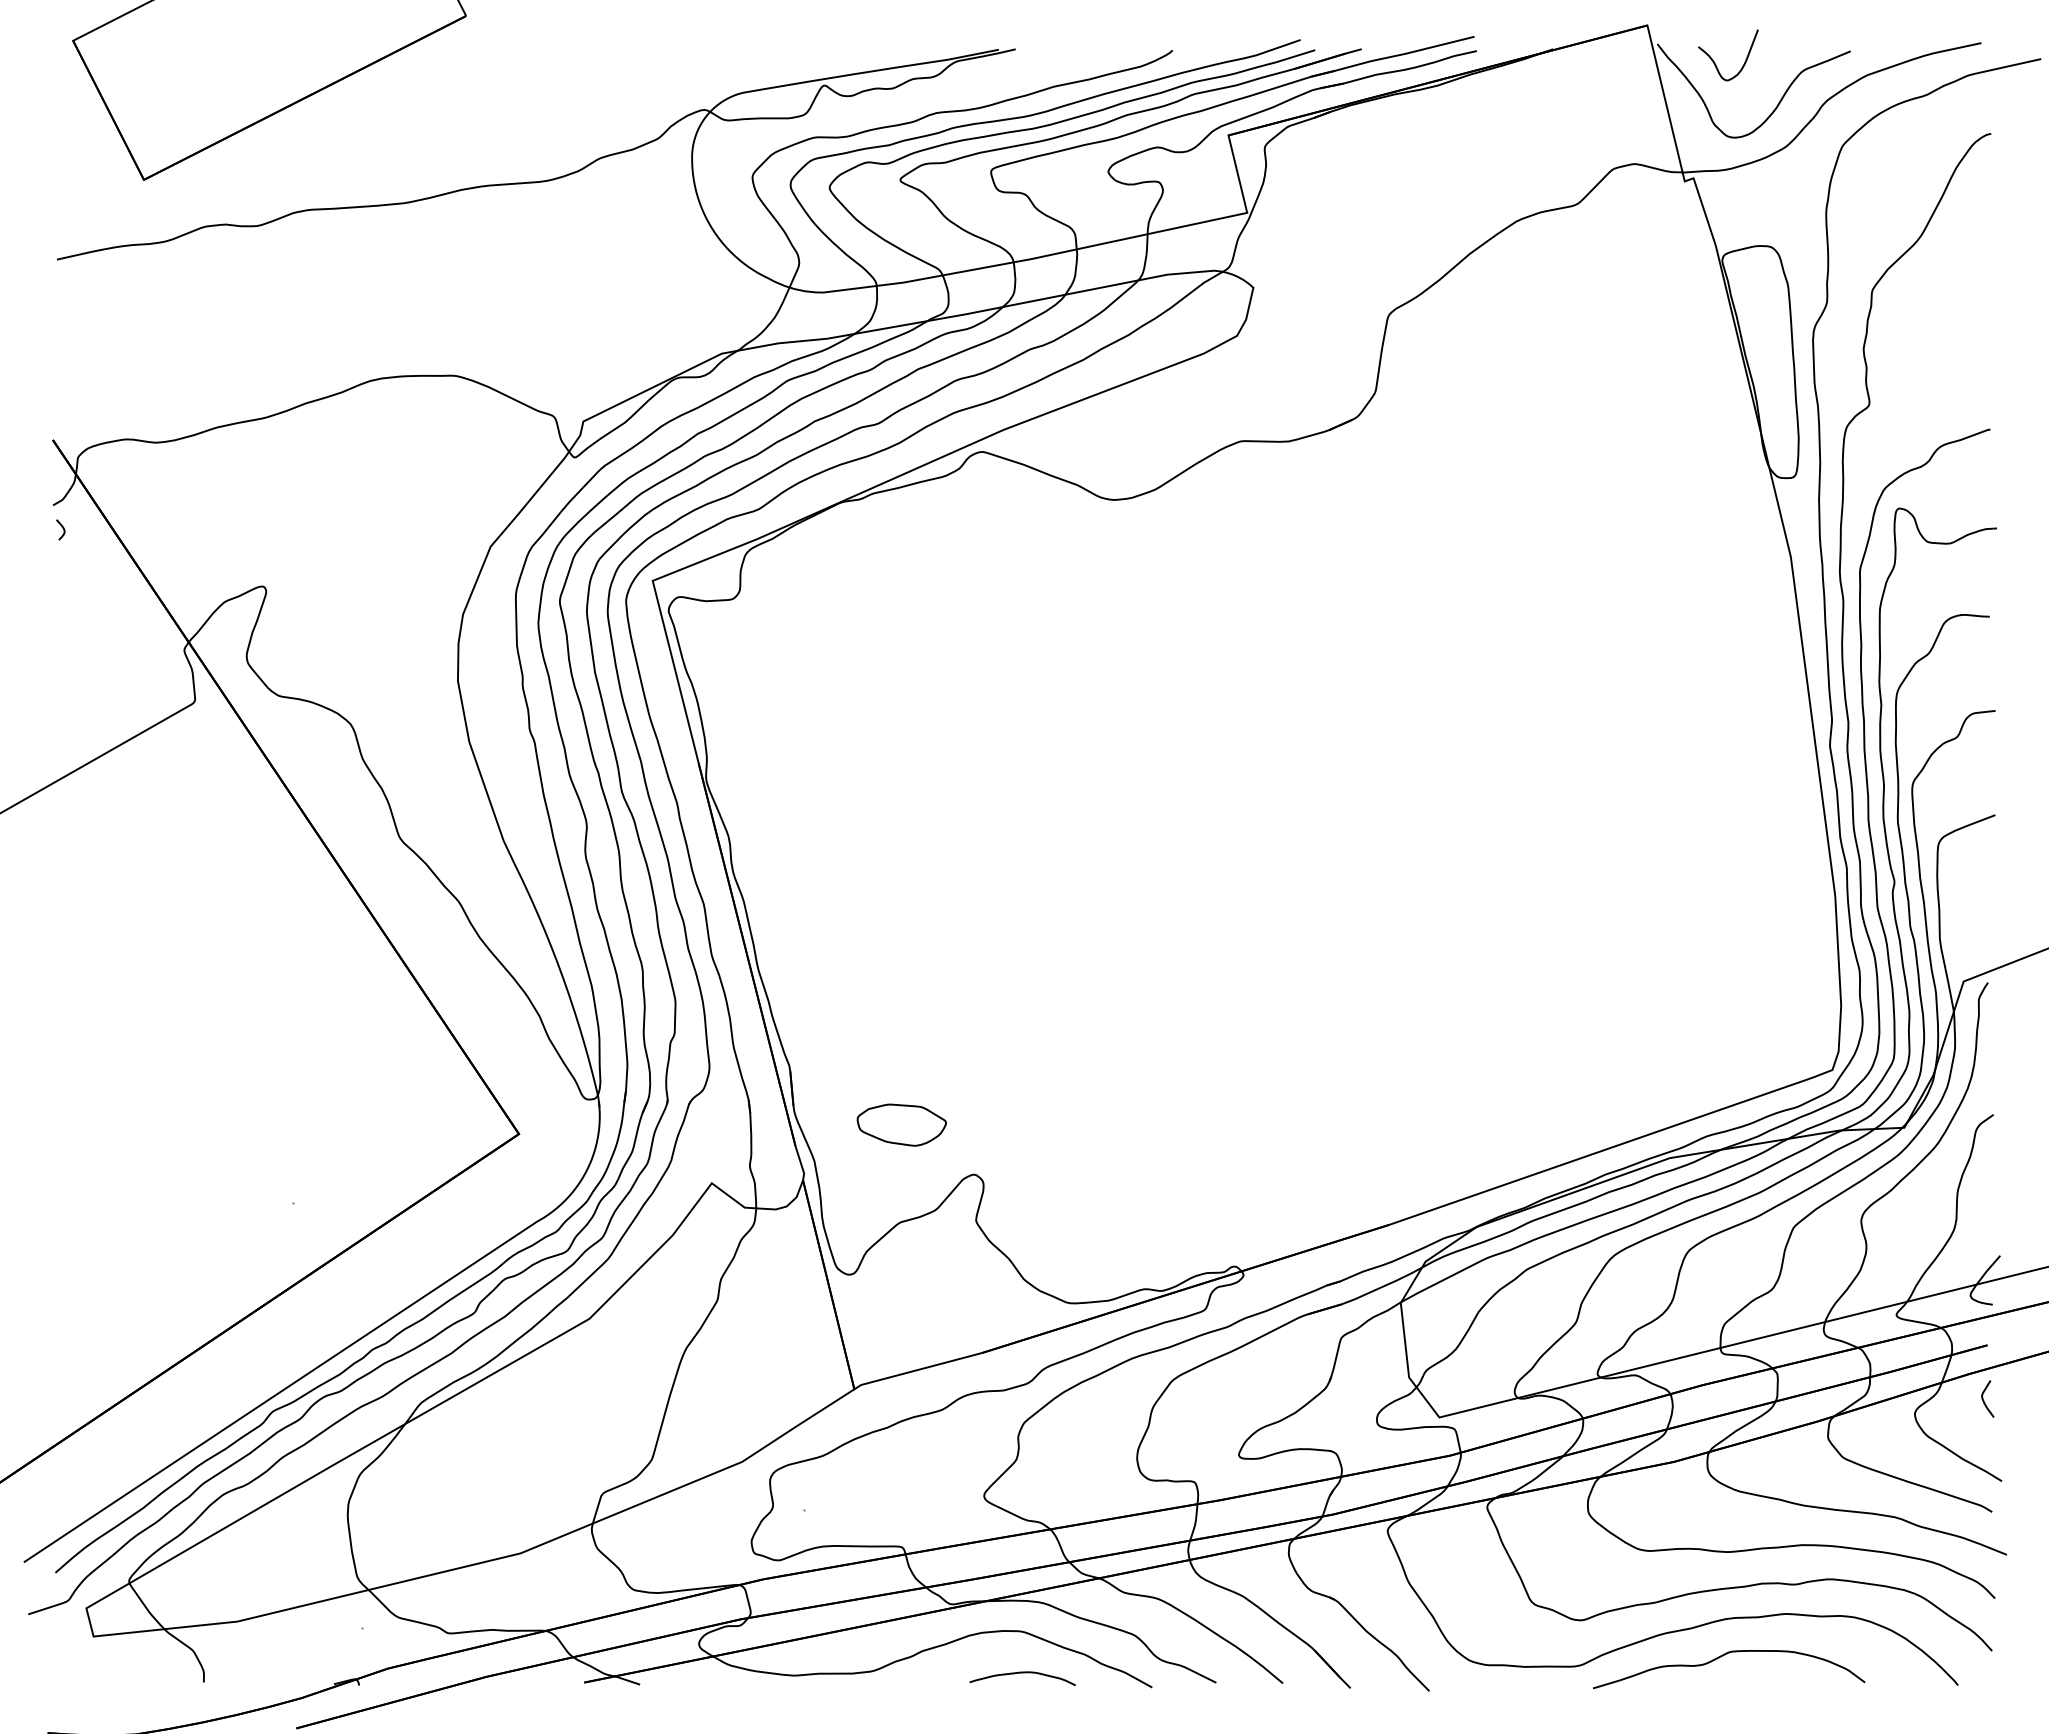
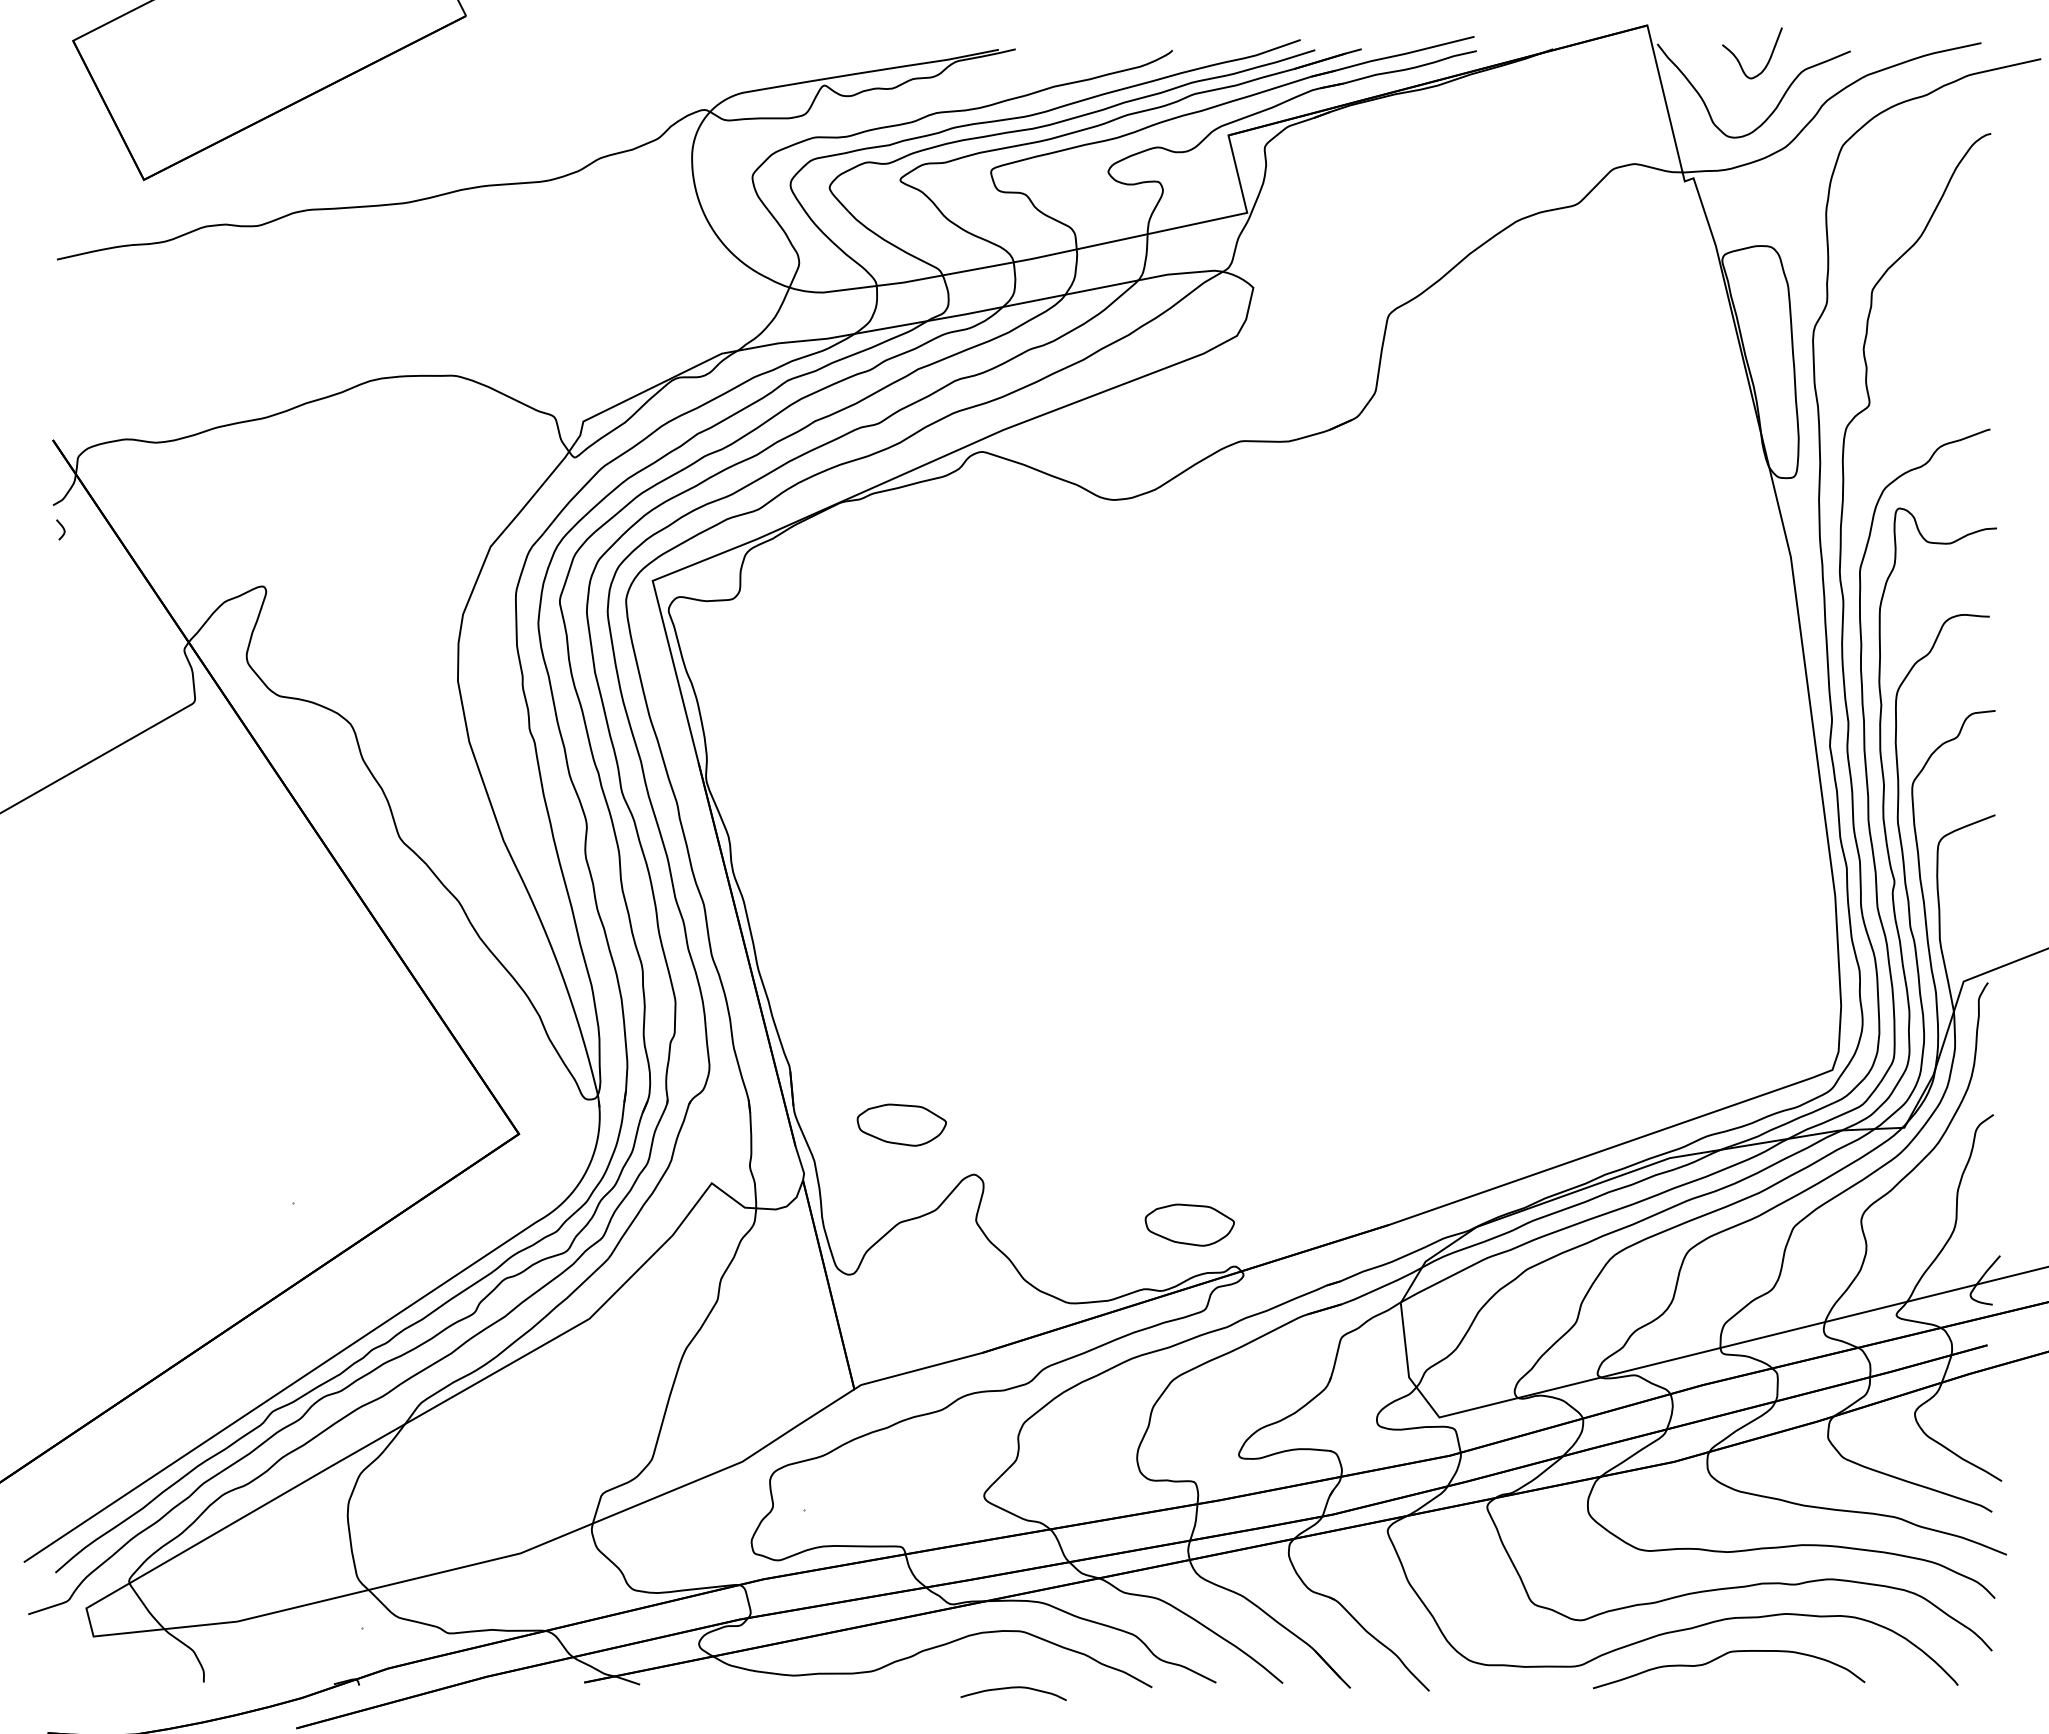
curve at (1716, 64) position: (1716, 64) -> (1740, 62)
part at (1189, 1224): none -> present
curve at (1984, 1400): present -> none
curve at (1022, 1673) position: (1022, 1673) -> (1013, 1688)
